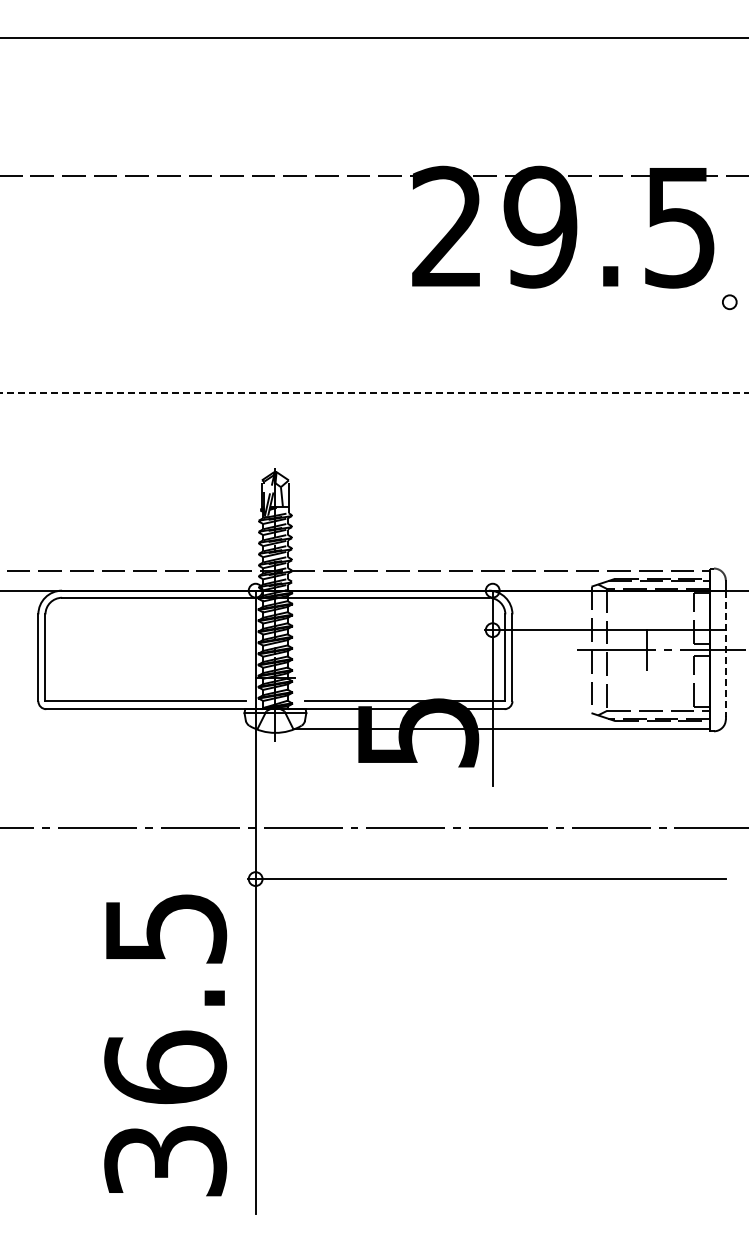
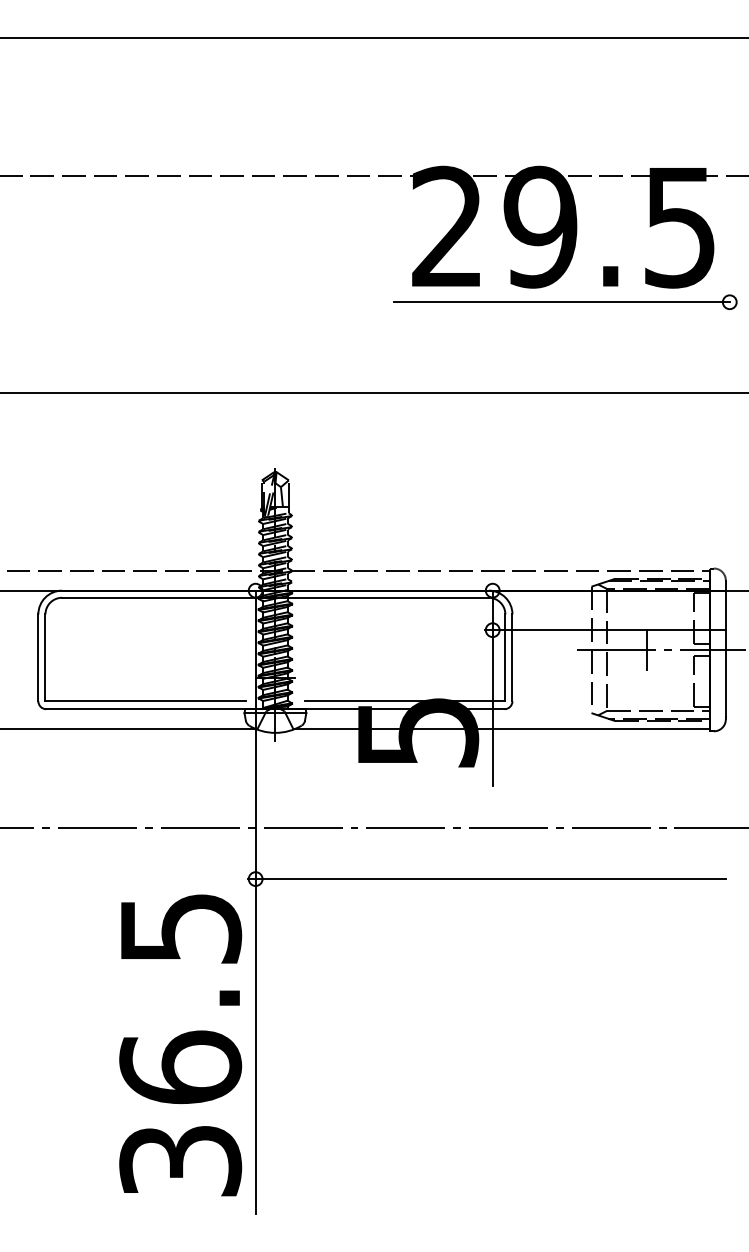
line at (561, 302): none -> present
line at (373, 393): dashed -> solid
line at (725, 654): dashed -> solid
line at (128, 728): none -> present
text at (165, 1045) position: (165, 1045) -> (180, 1045)
